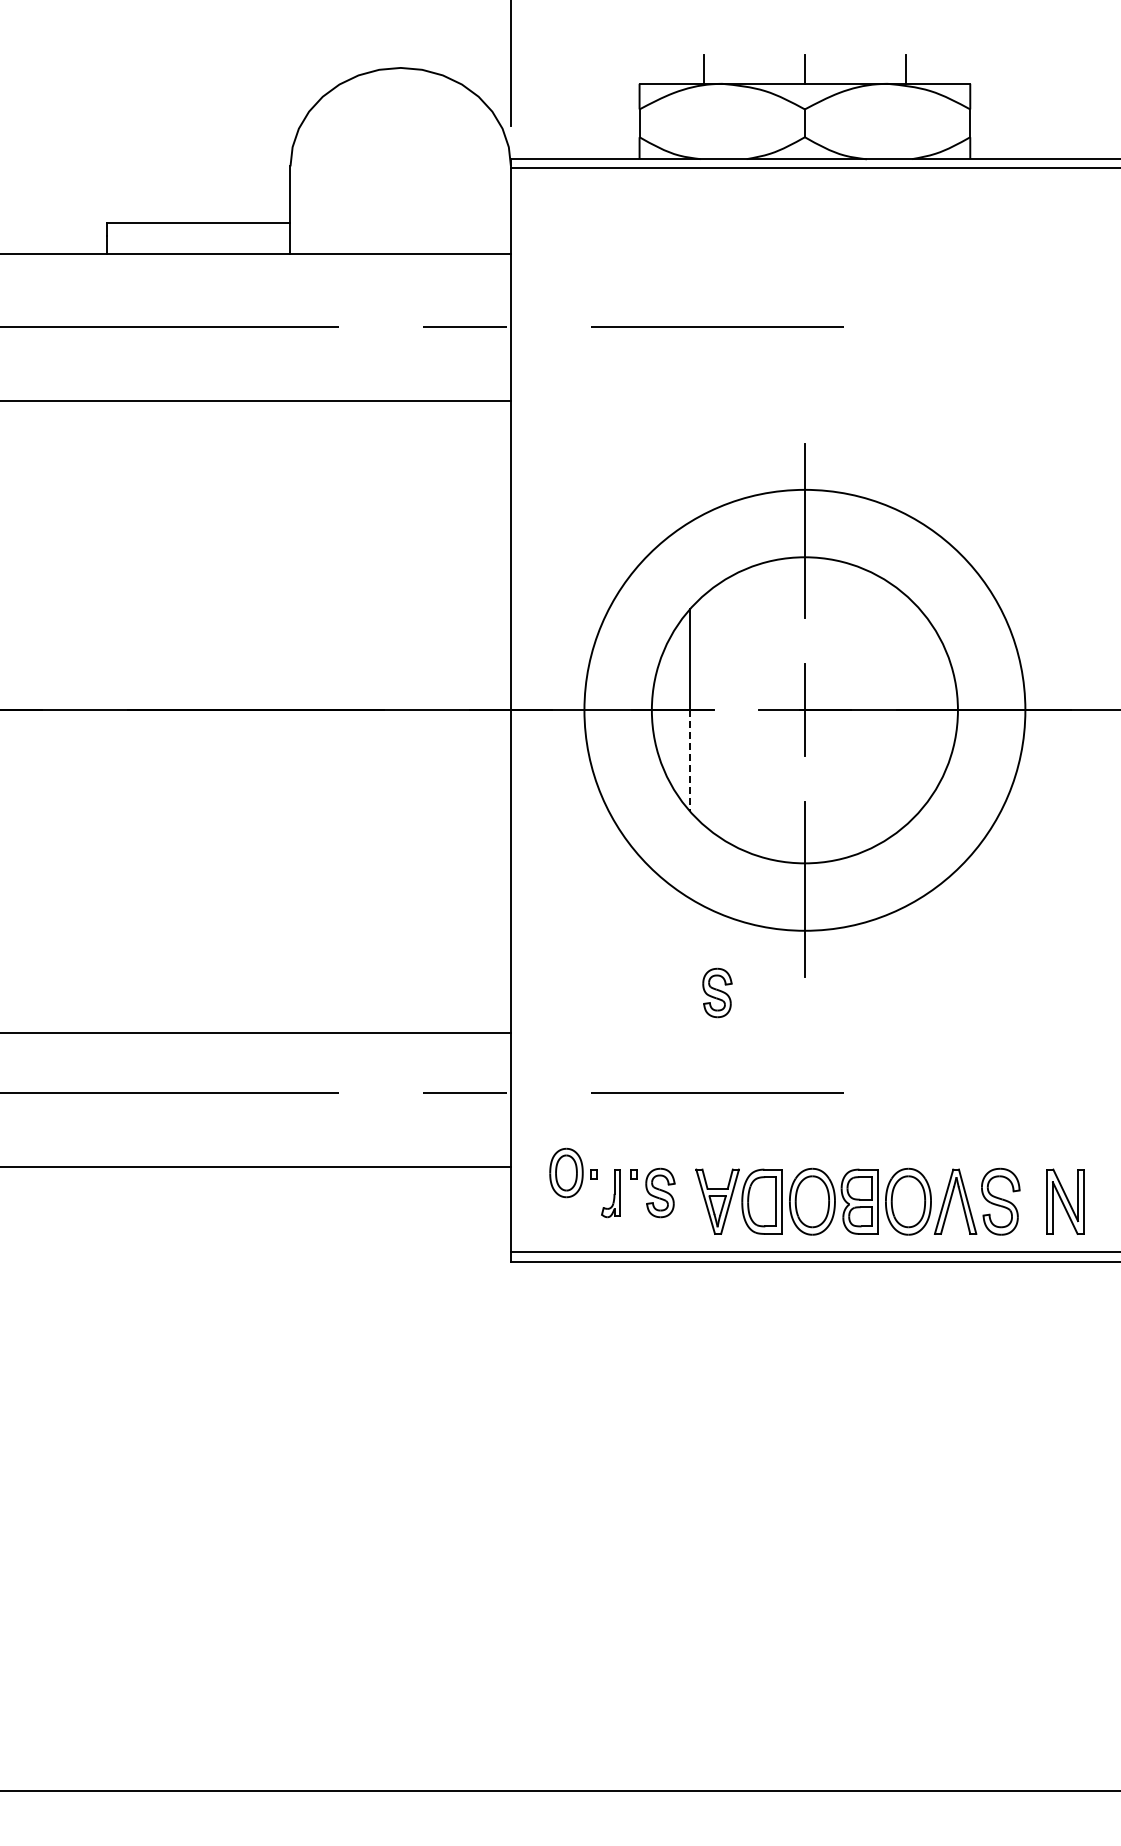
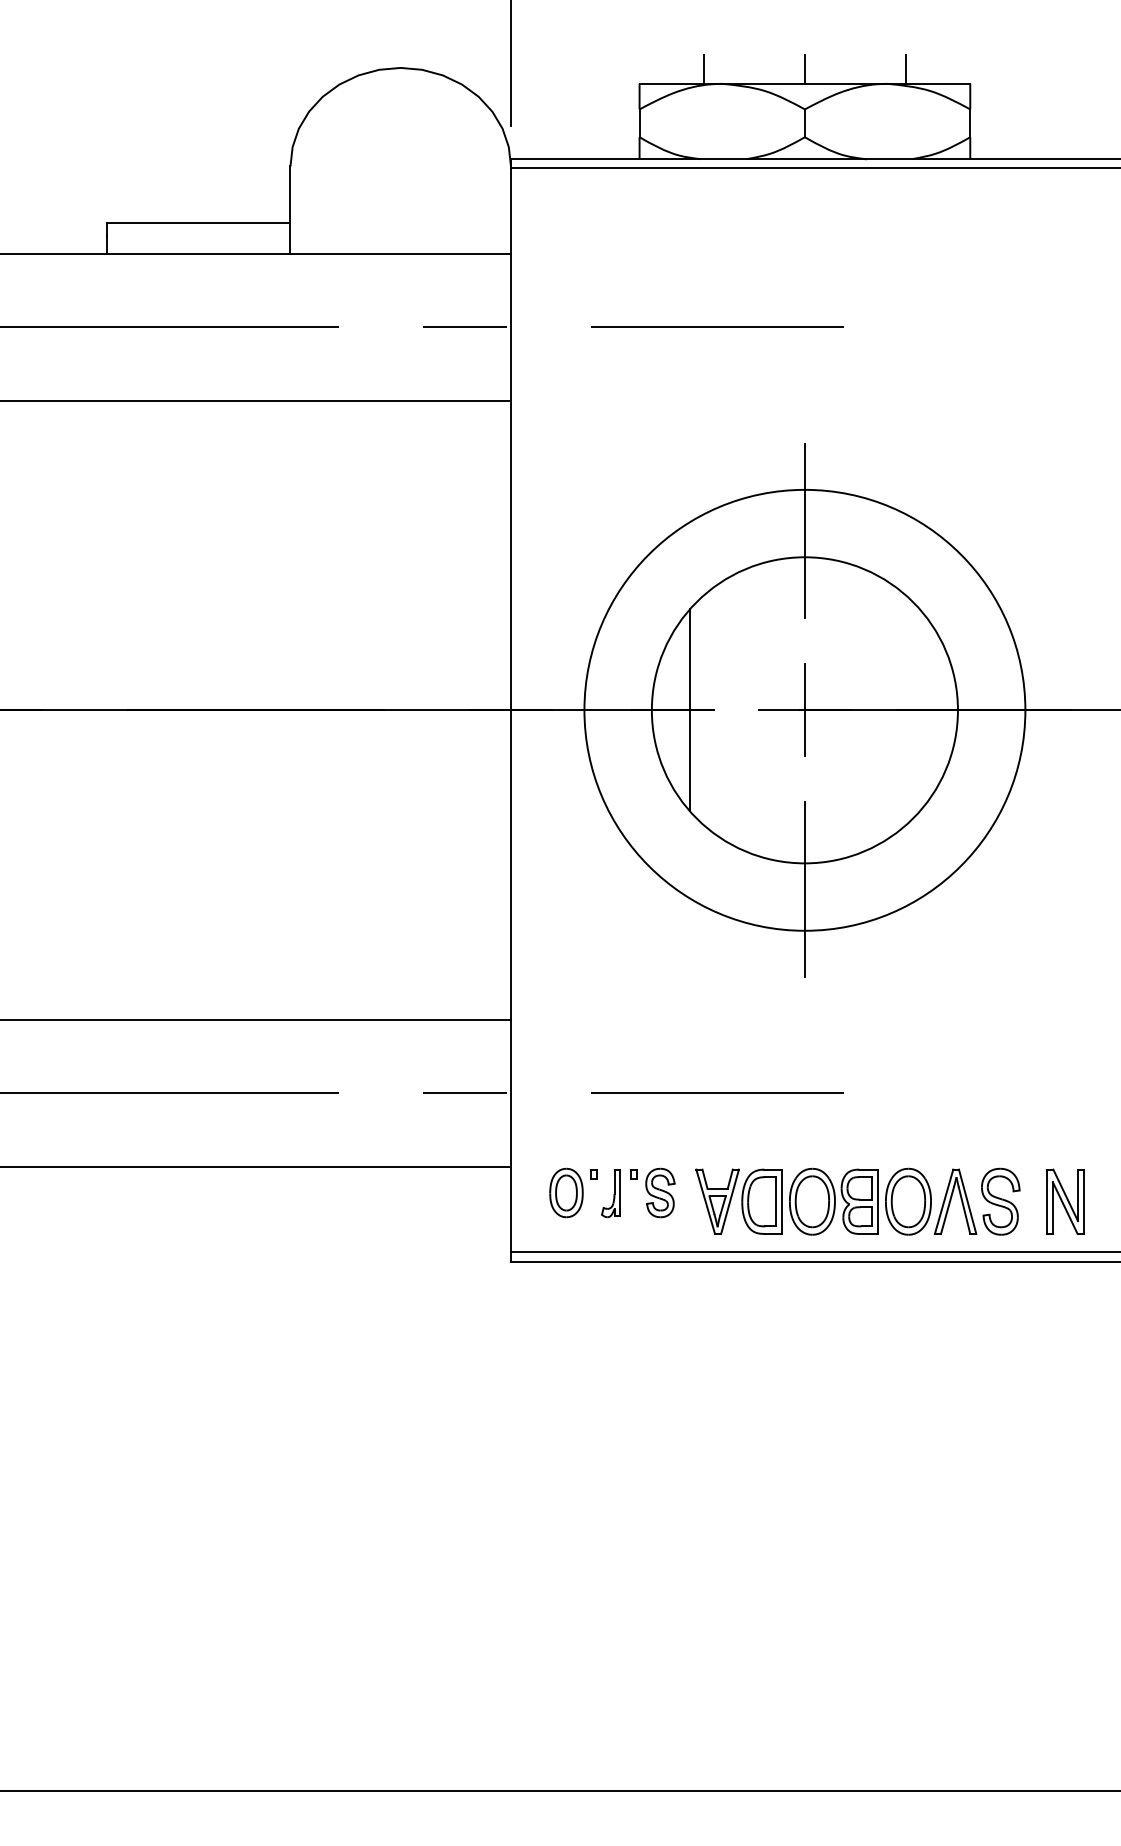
line at (689, 761): dashed -> solid
part at (717, 992): present -> none
line at (256, 1032) position: (256, 1032) -> (256, 1019)
part at (566, 1172) position: (566, 1172) -> (566, 1192)
